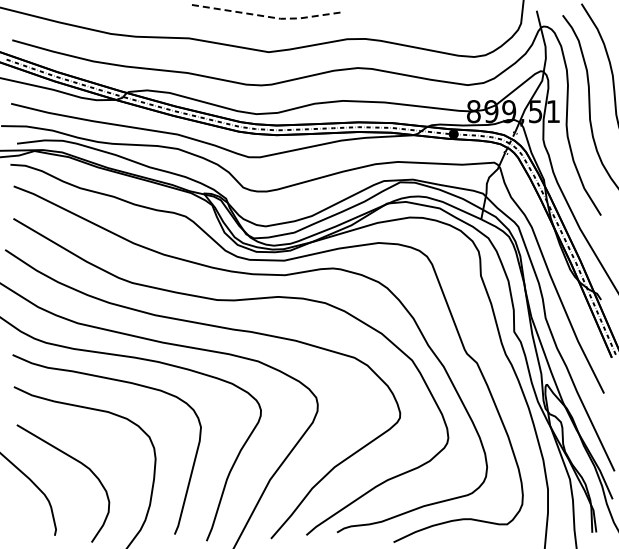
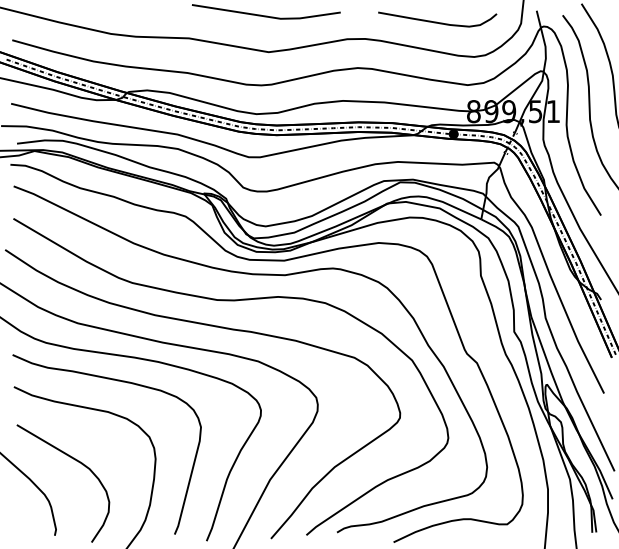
line at (267, 16): dashed -> solid
curve at (437, 21): none -> present
